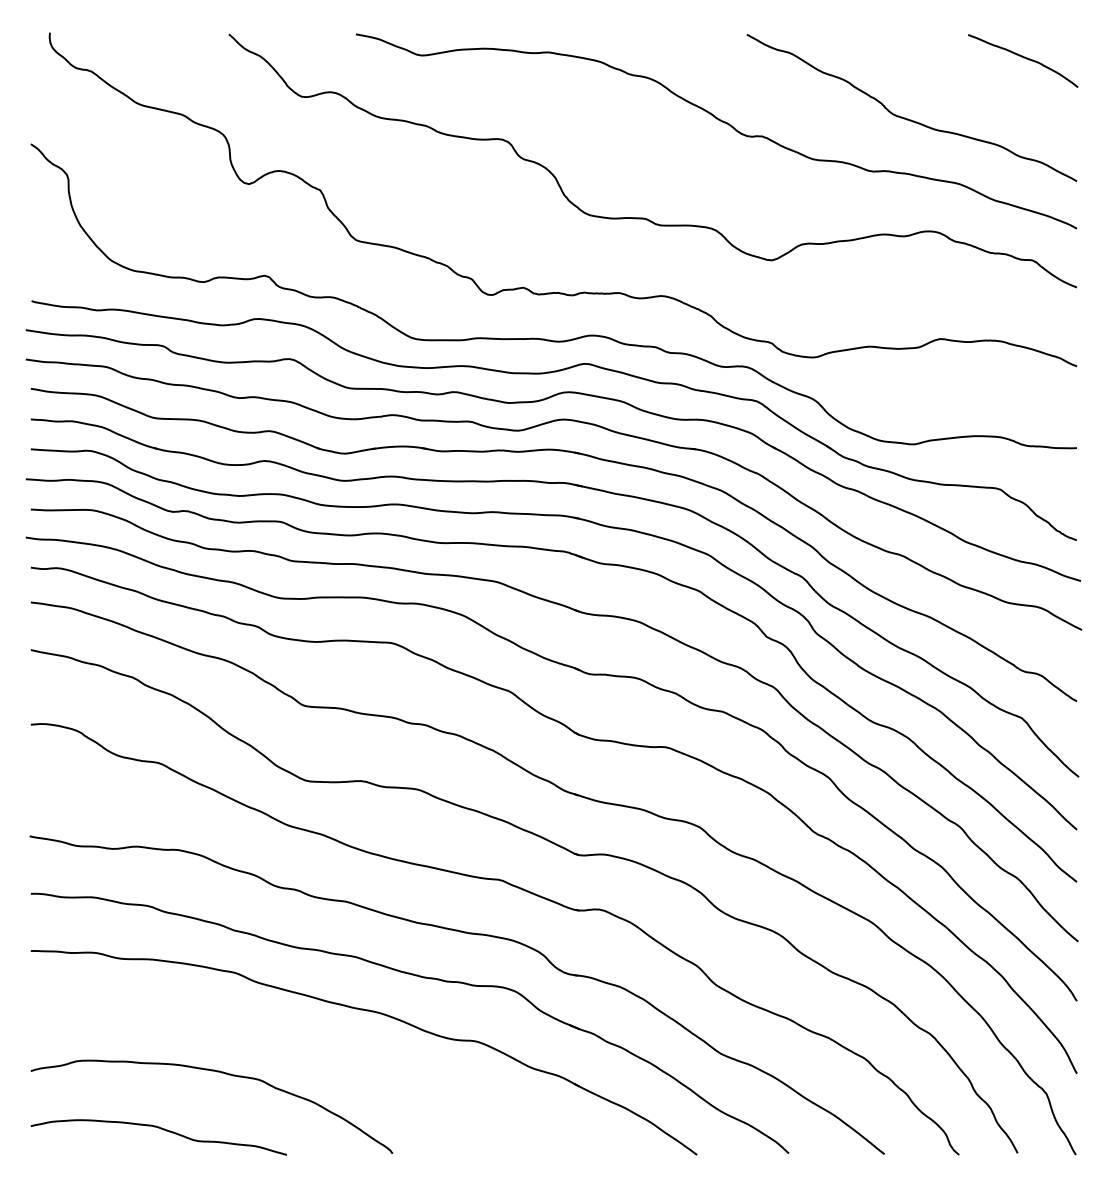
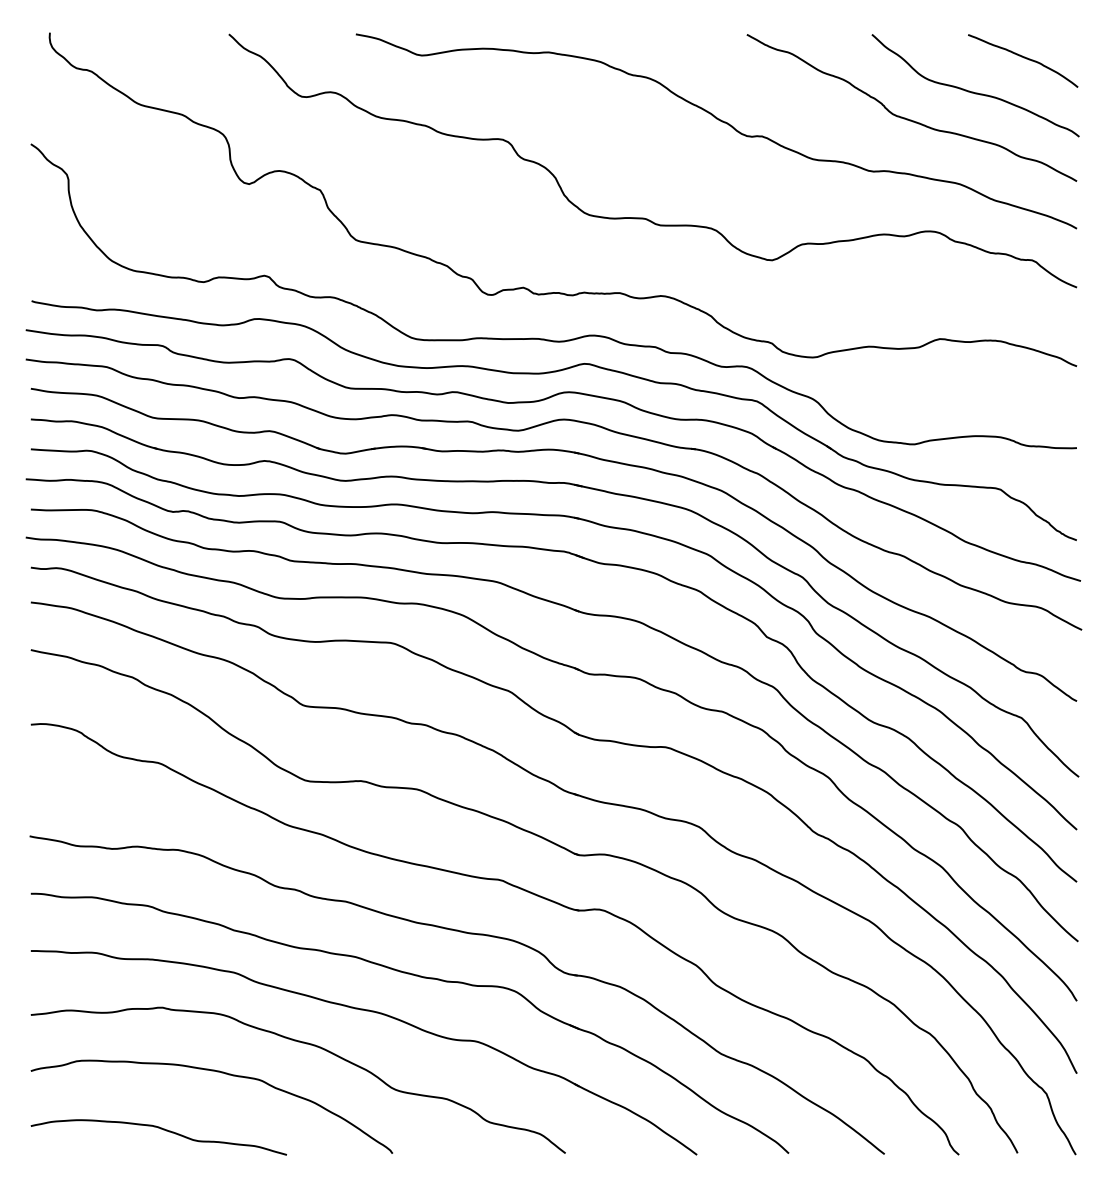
curve at (973, 91): none -> present
curve at (306, 1044): none -> present
